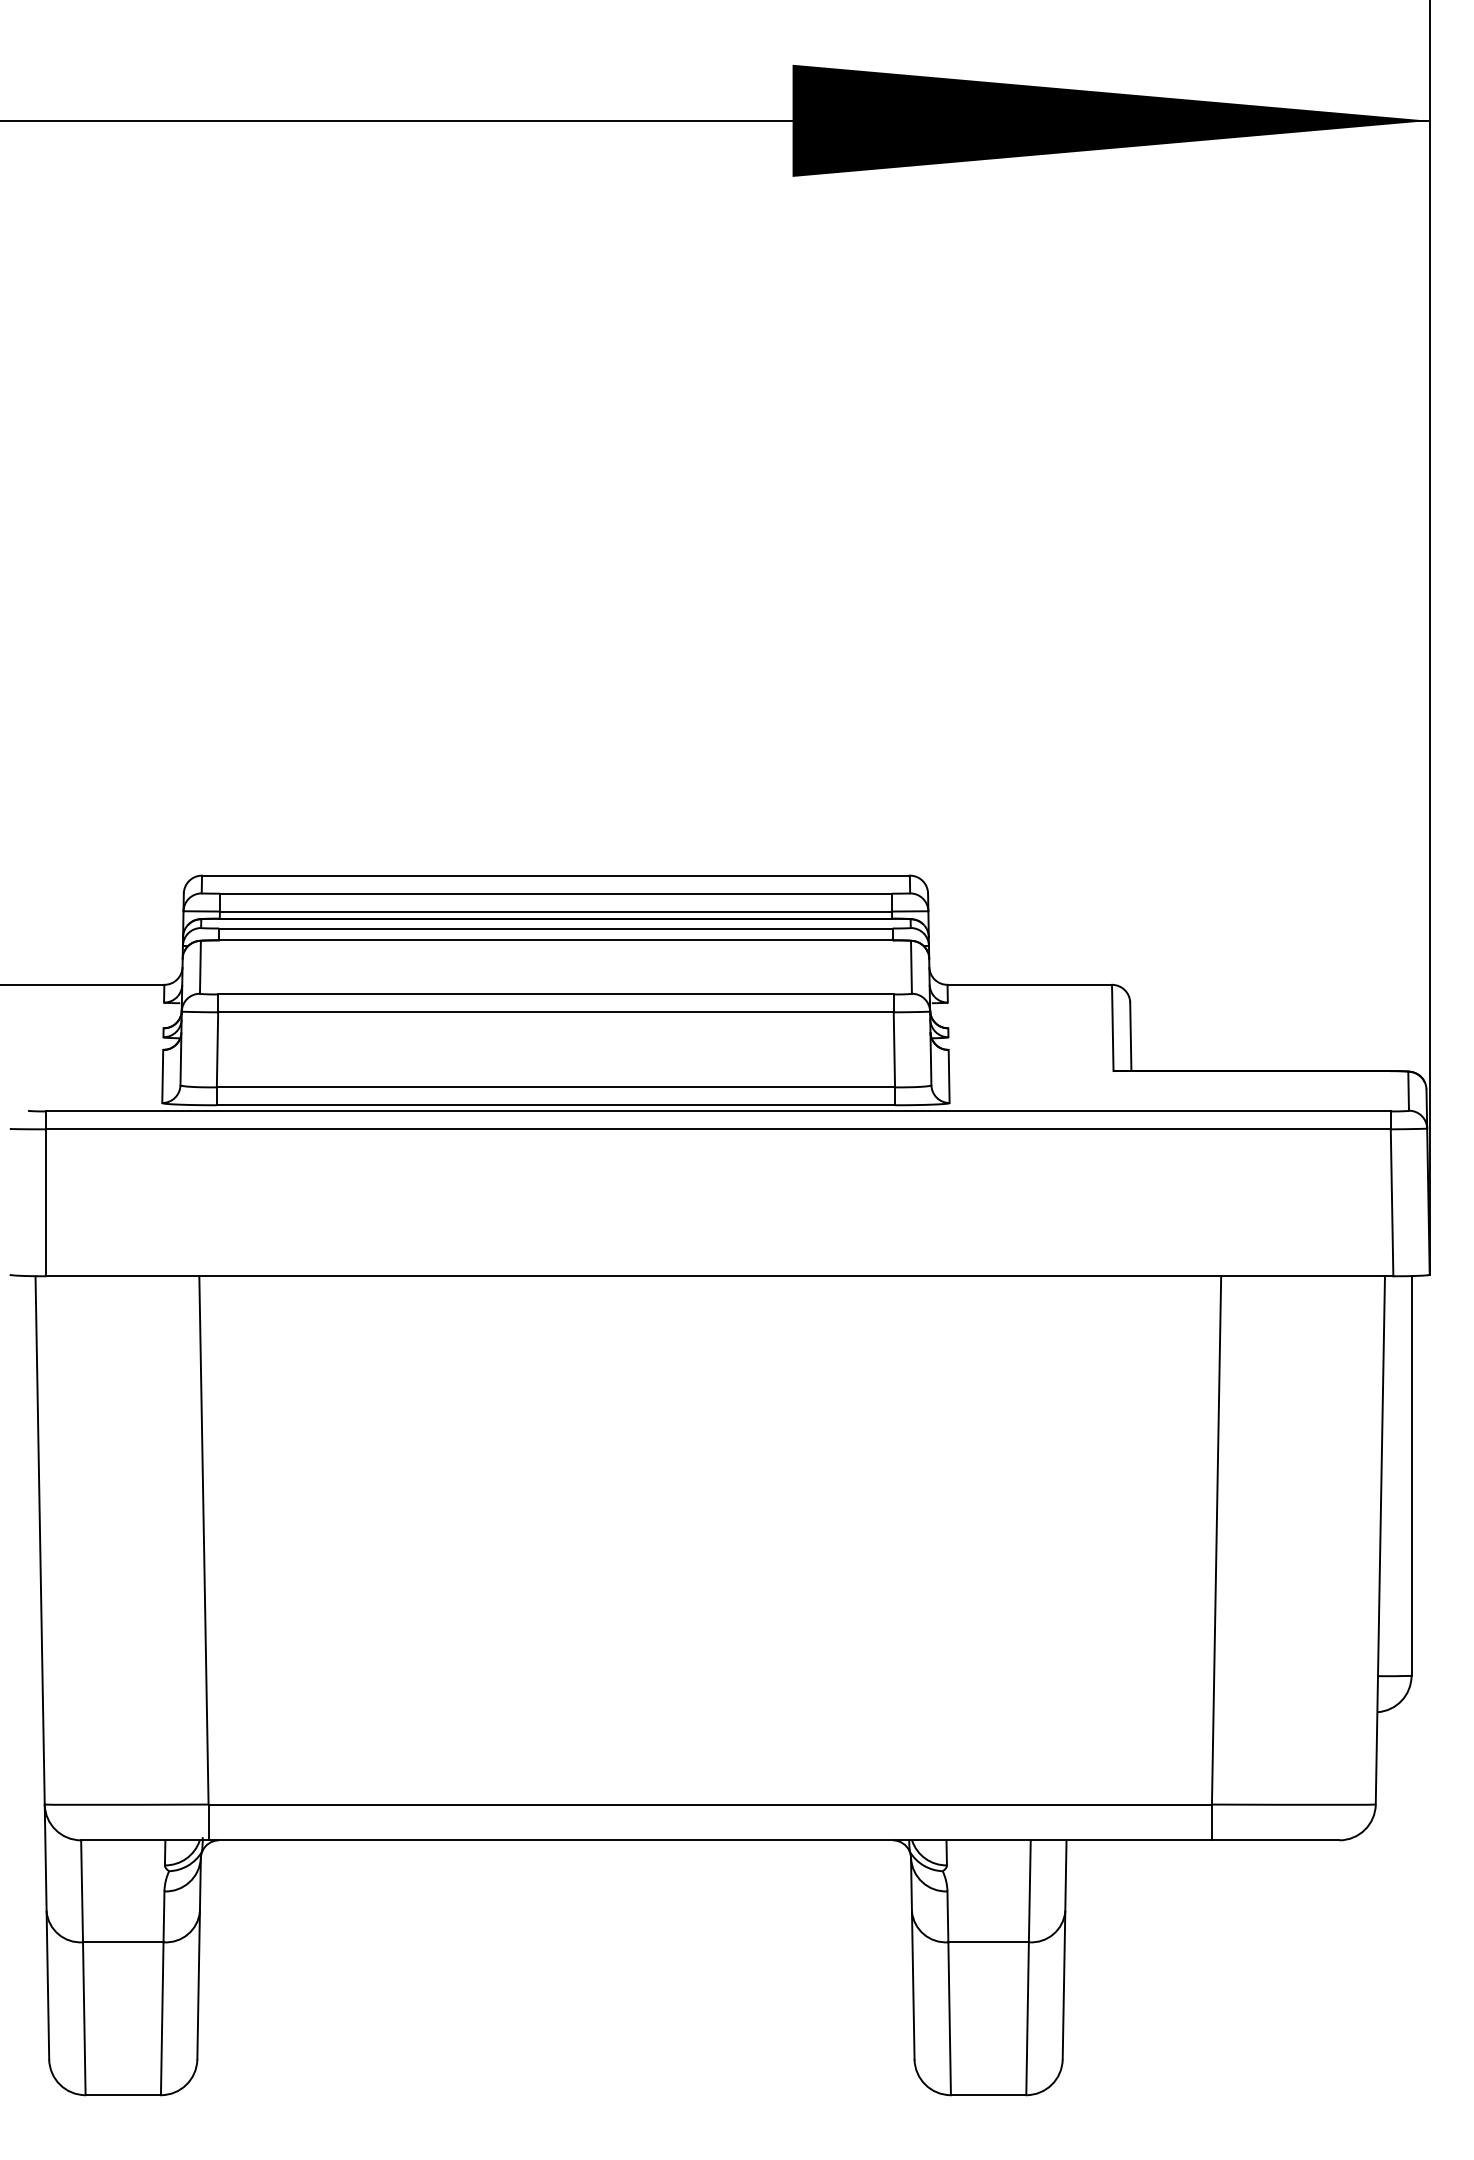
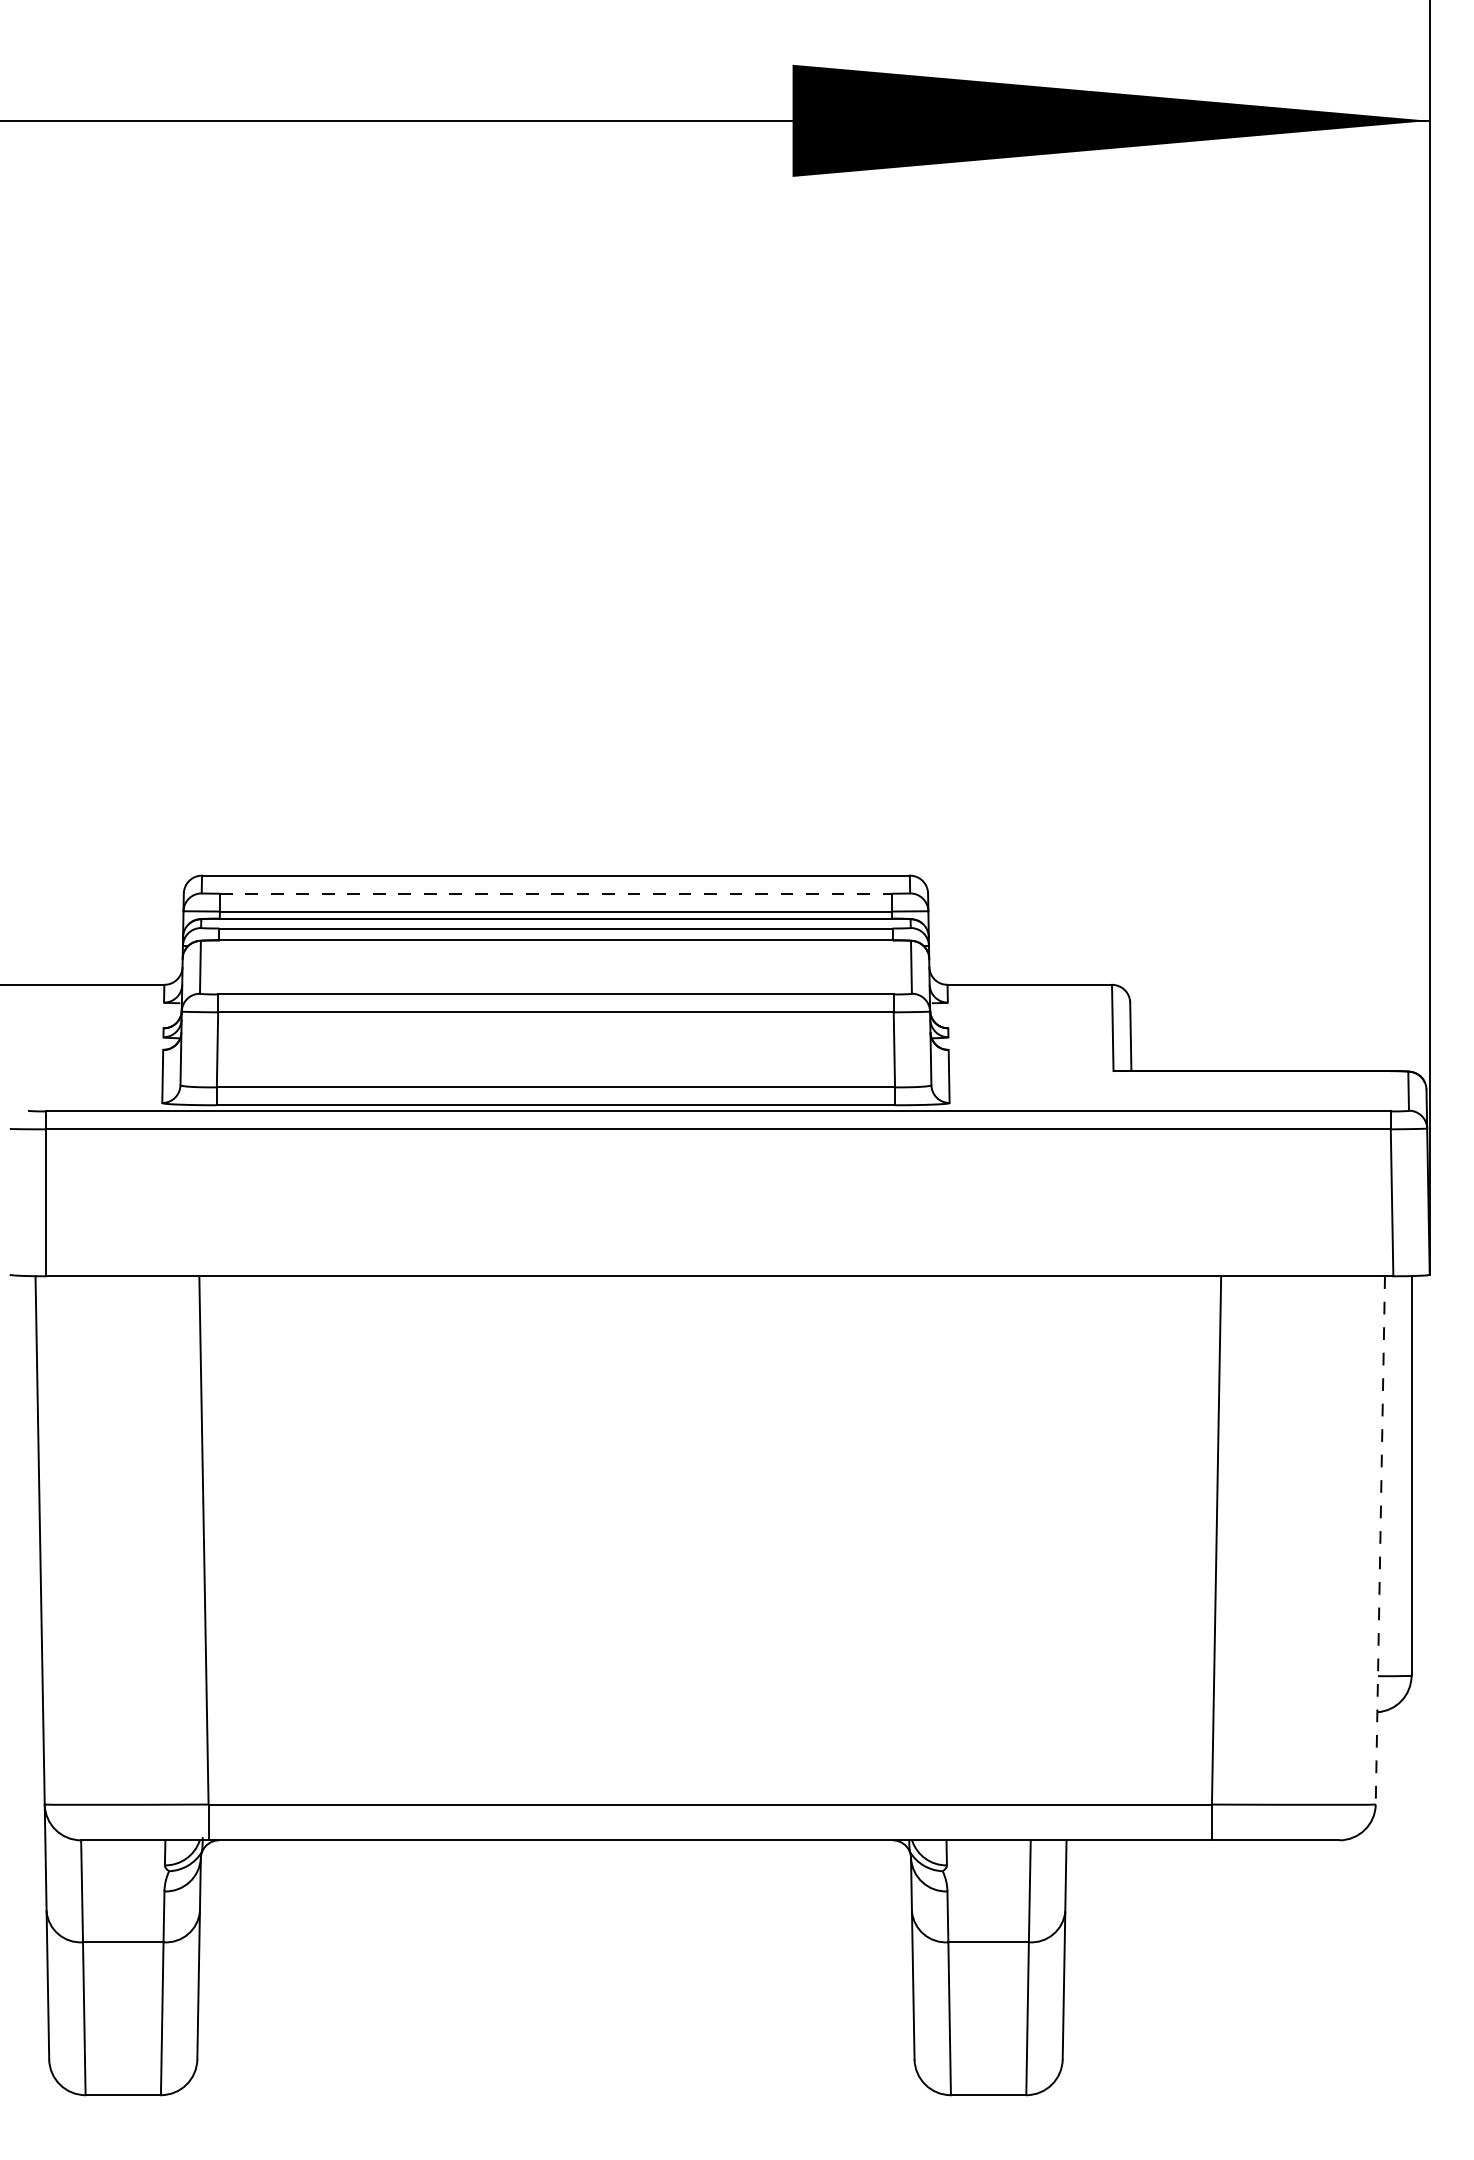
line at (556, 893): solid -> dashed
line at (1380, 1540): solid -> dashed
